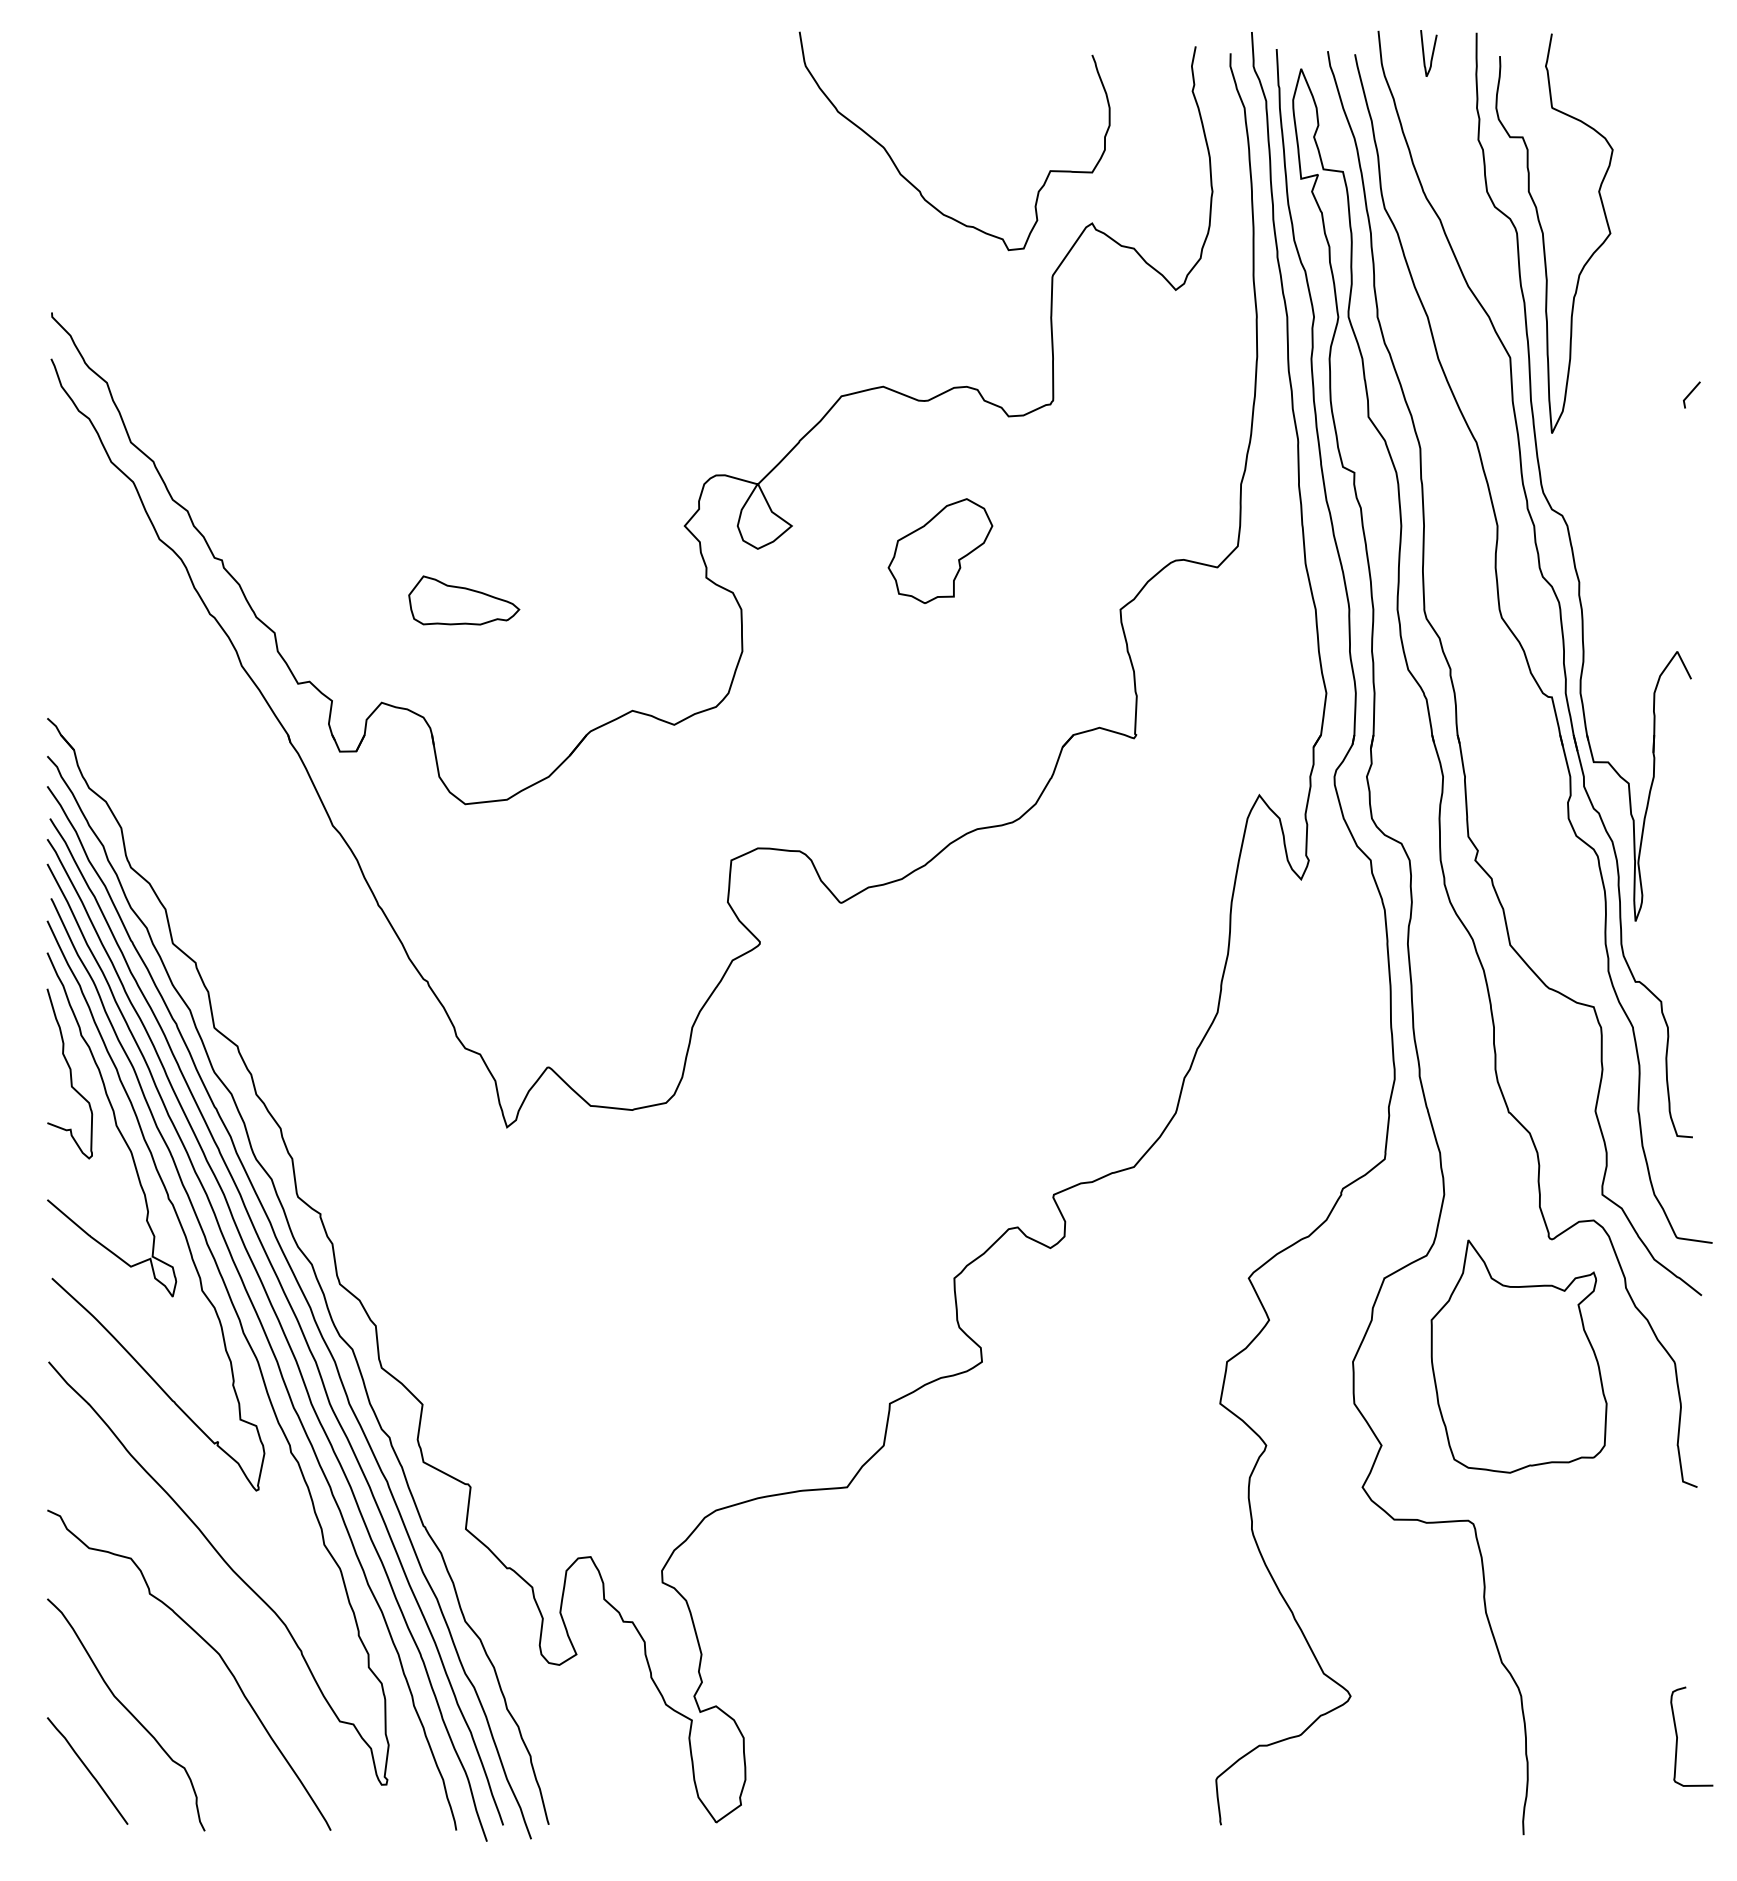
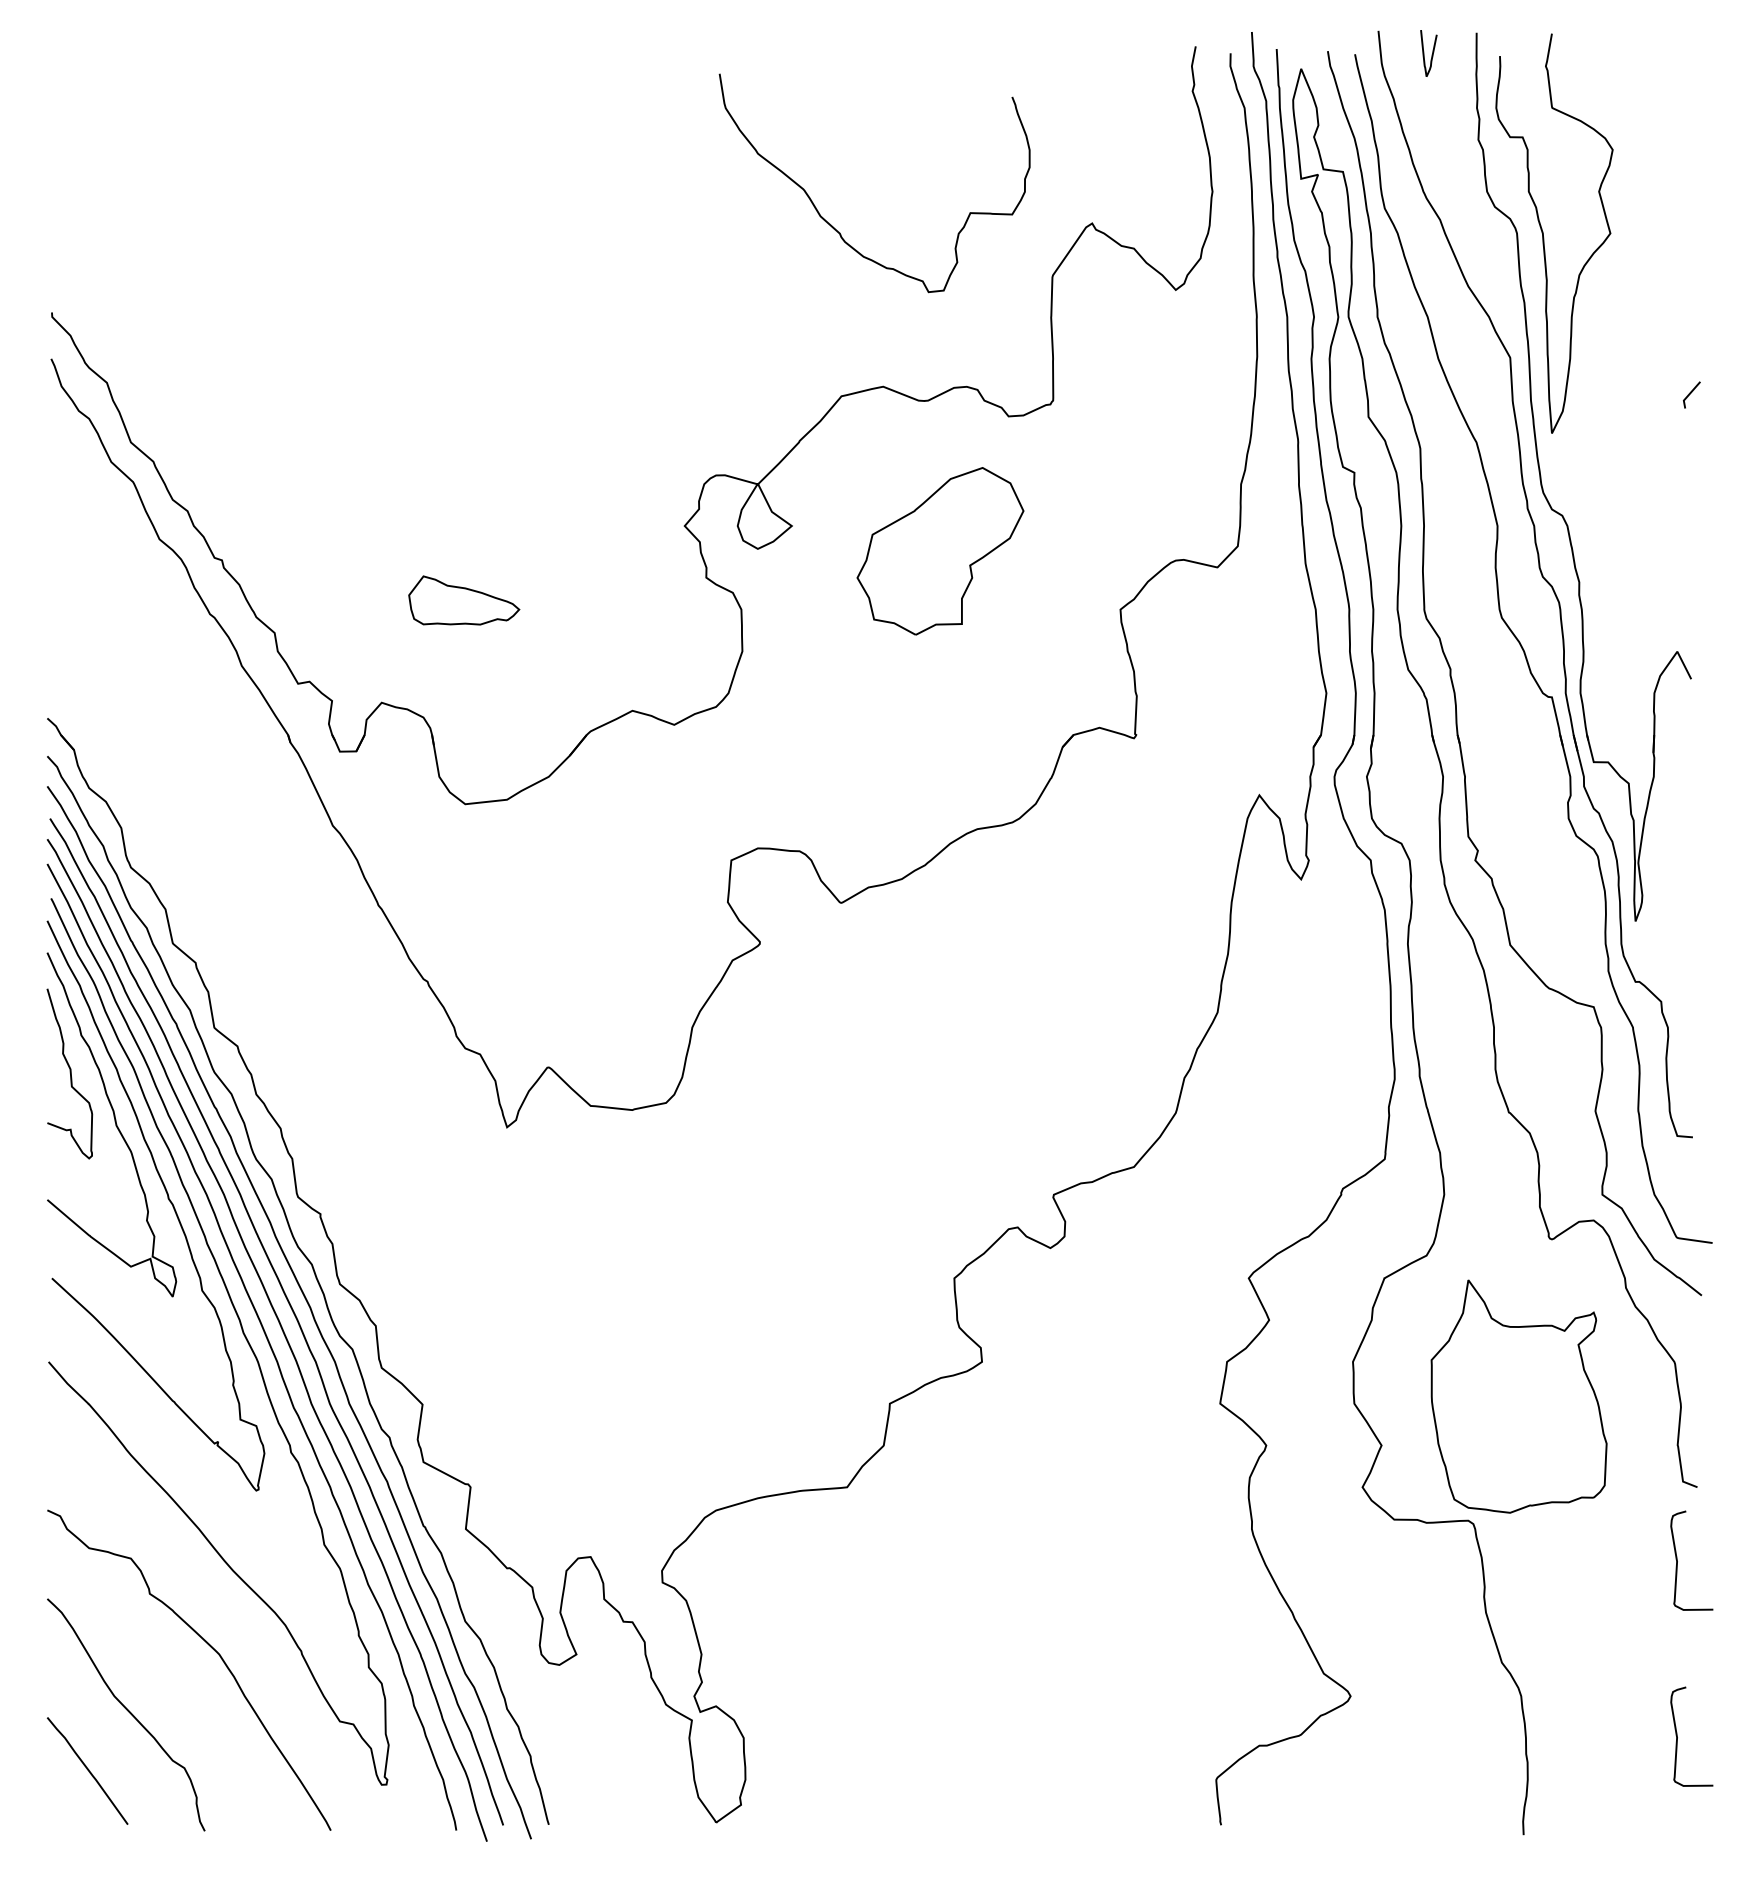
curve at (912, 183) position: (912, 183) -> (832, 225)
part at (940, 550) size: 107x106 px -> 169x169 px
part at (1518, 1356) position: (1518, 1356) -> (1518, 1396)
curve at (1677, 1560): none -> present
